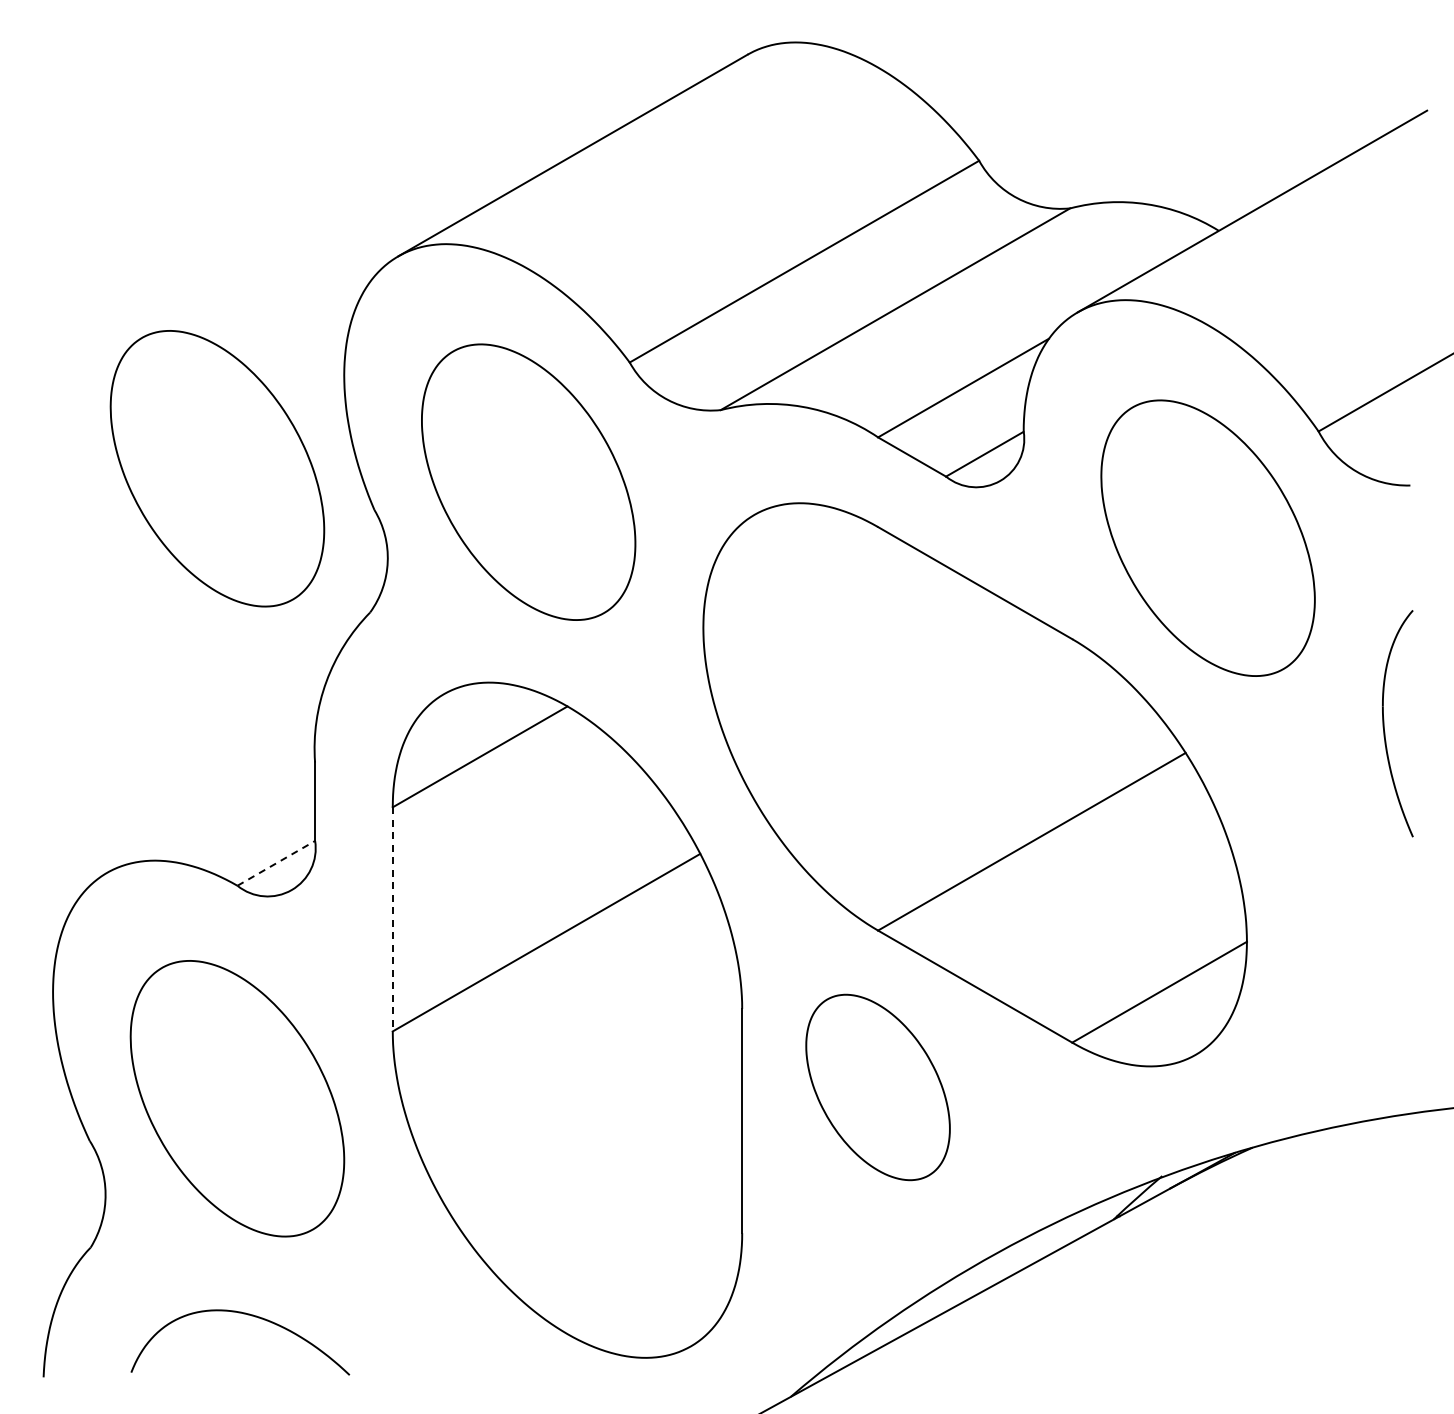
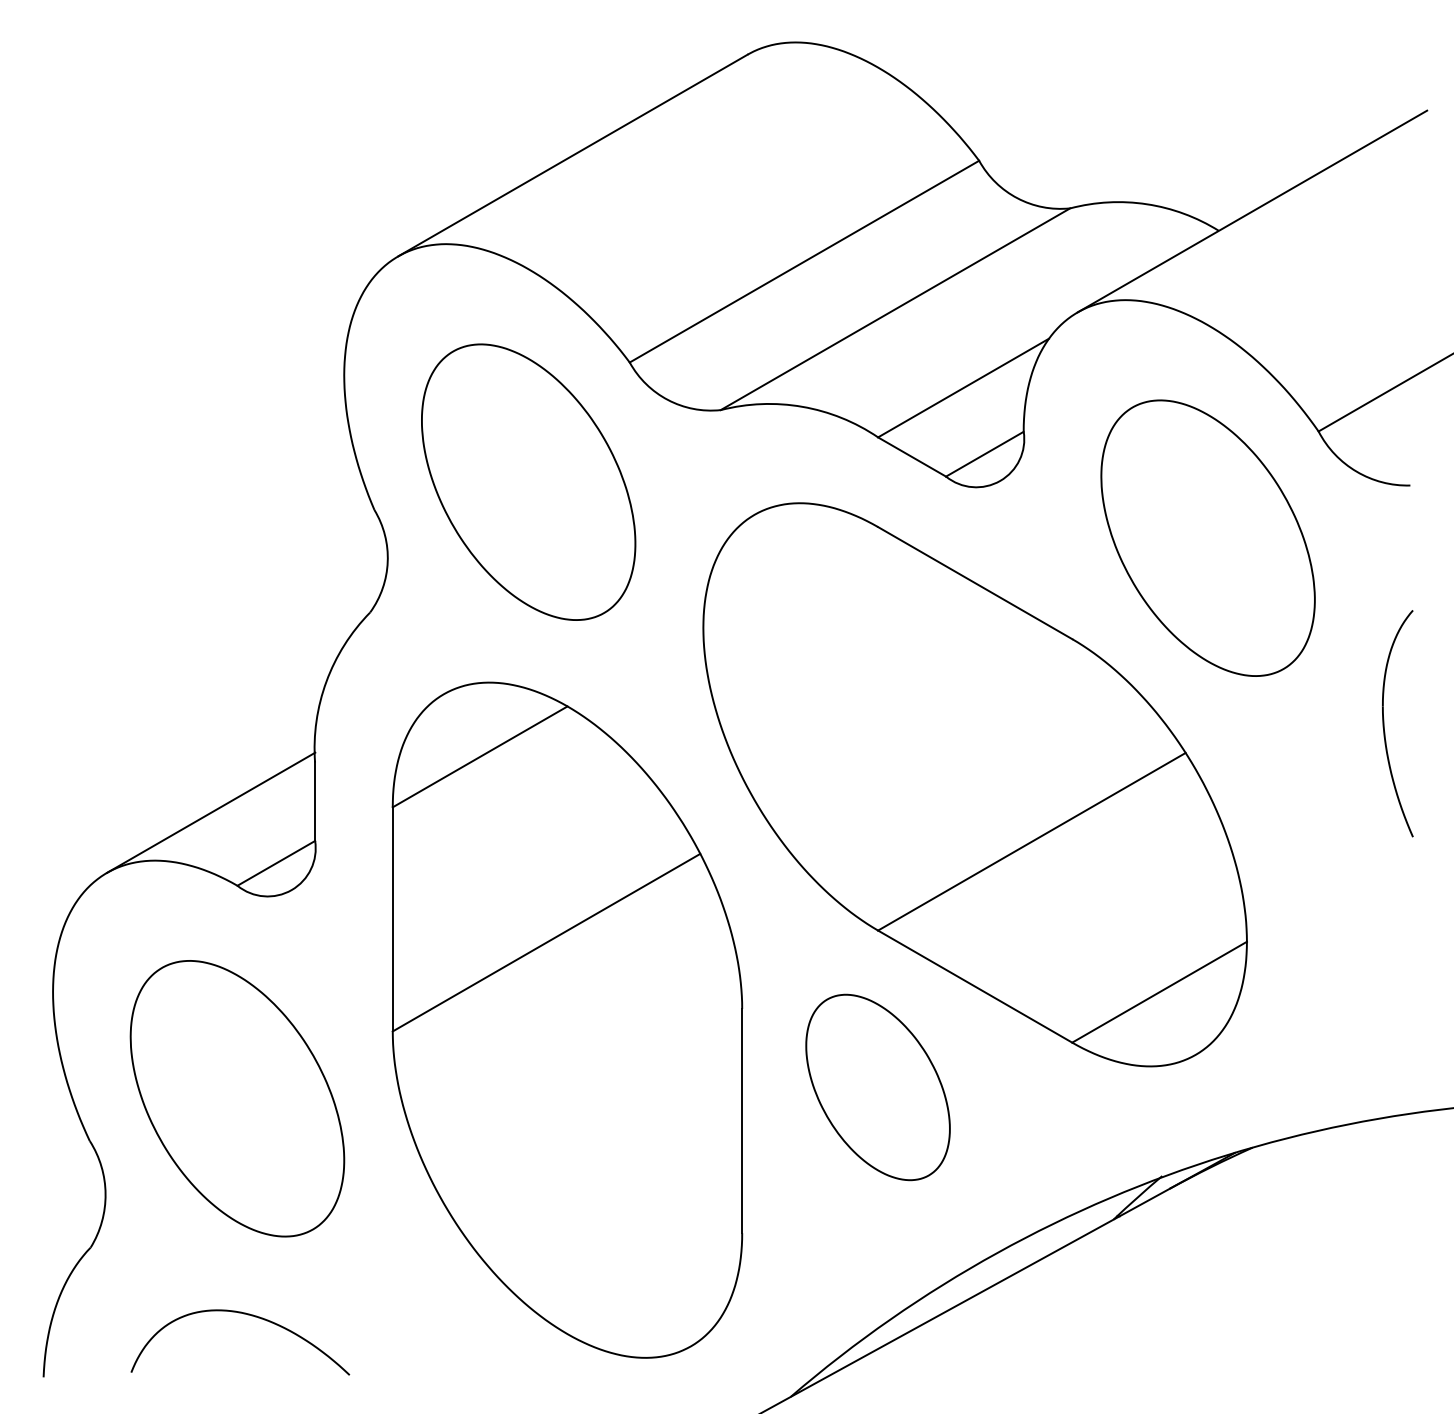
part at (217, 468): present -> none
line at (211, 812): none -> present
line at (276, 863): dashed -> solid
line at (392, 919): dashed -> solid
